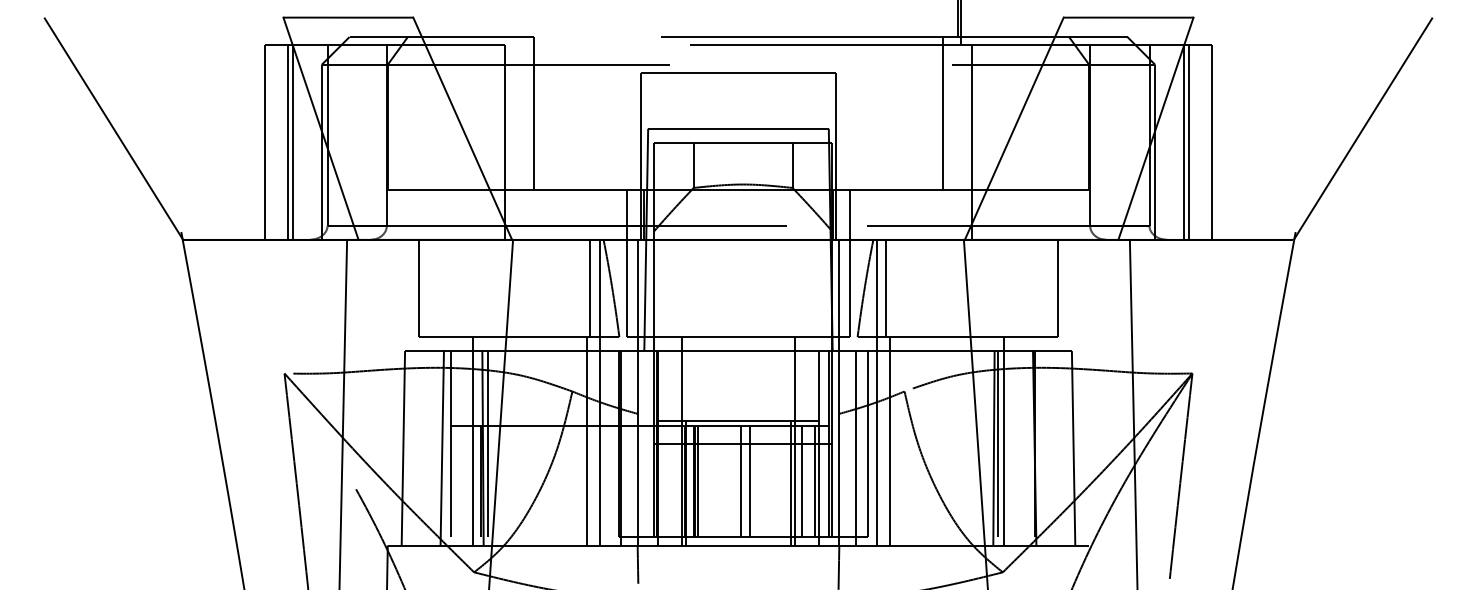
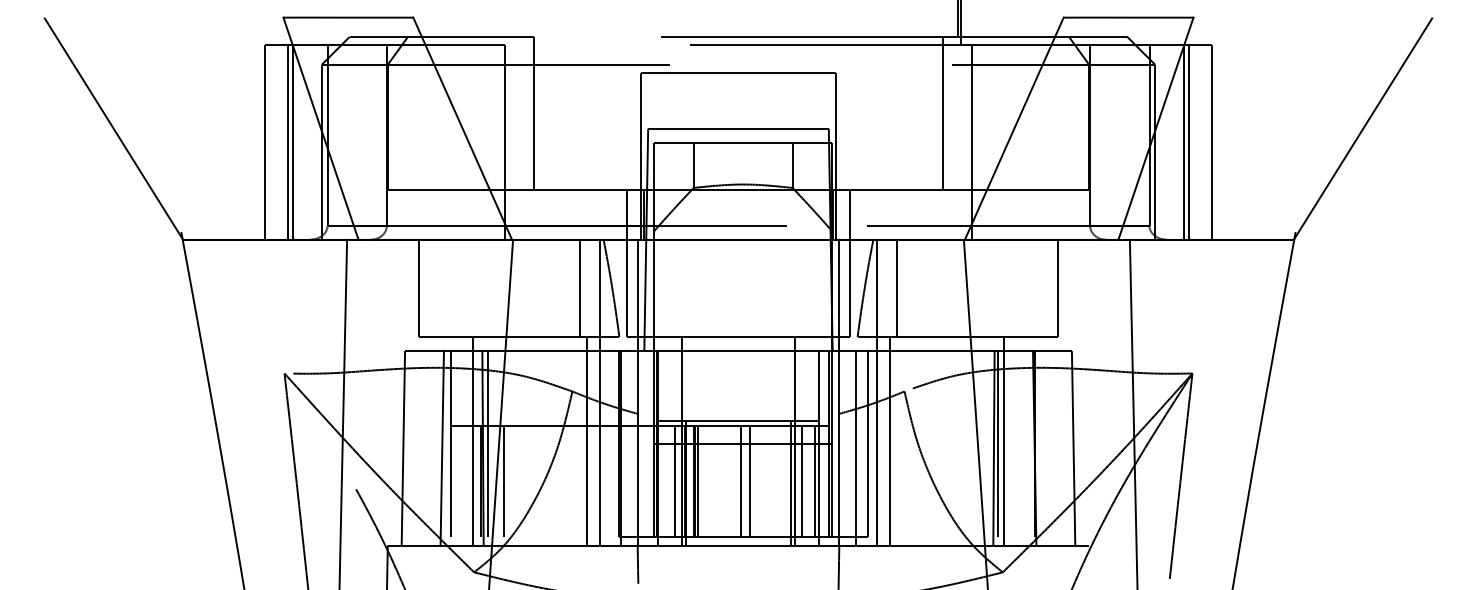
line at (589, 288) position: (589, 288) -> (579, 288)
line at (886, 288) position: (886, 288) -> (897, 288)
line at (503, 481): none -> present
line at (675, 481): none -> present
